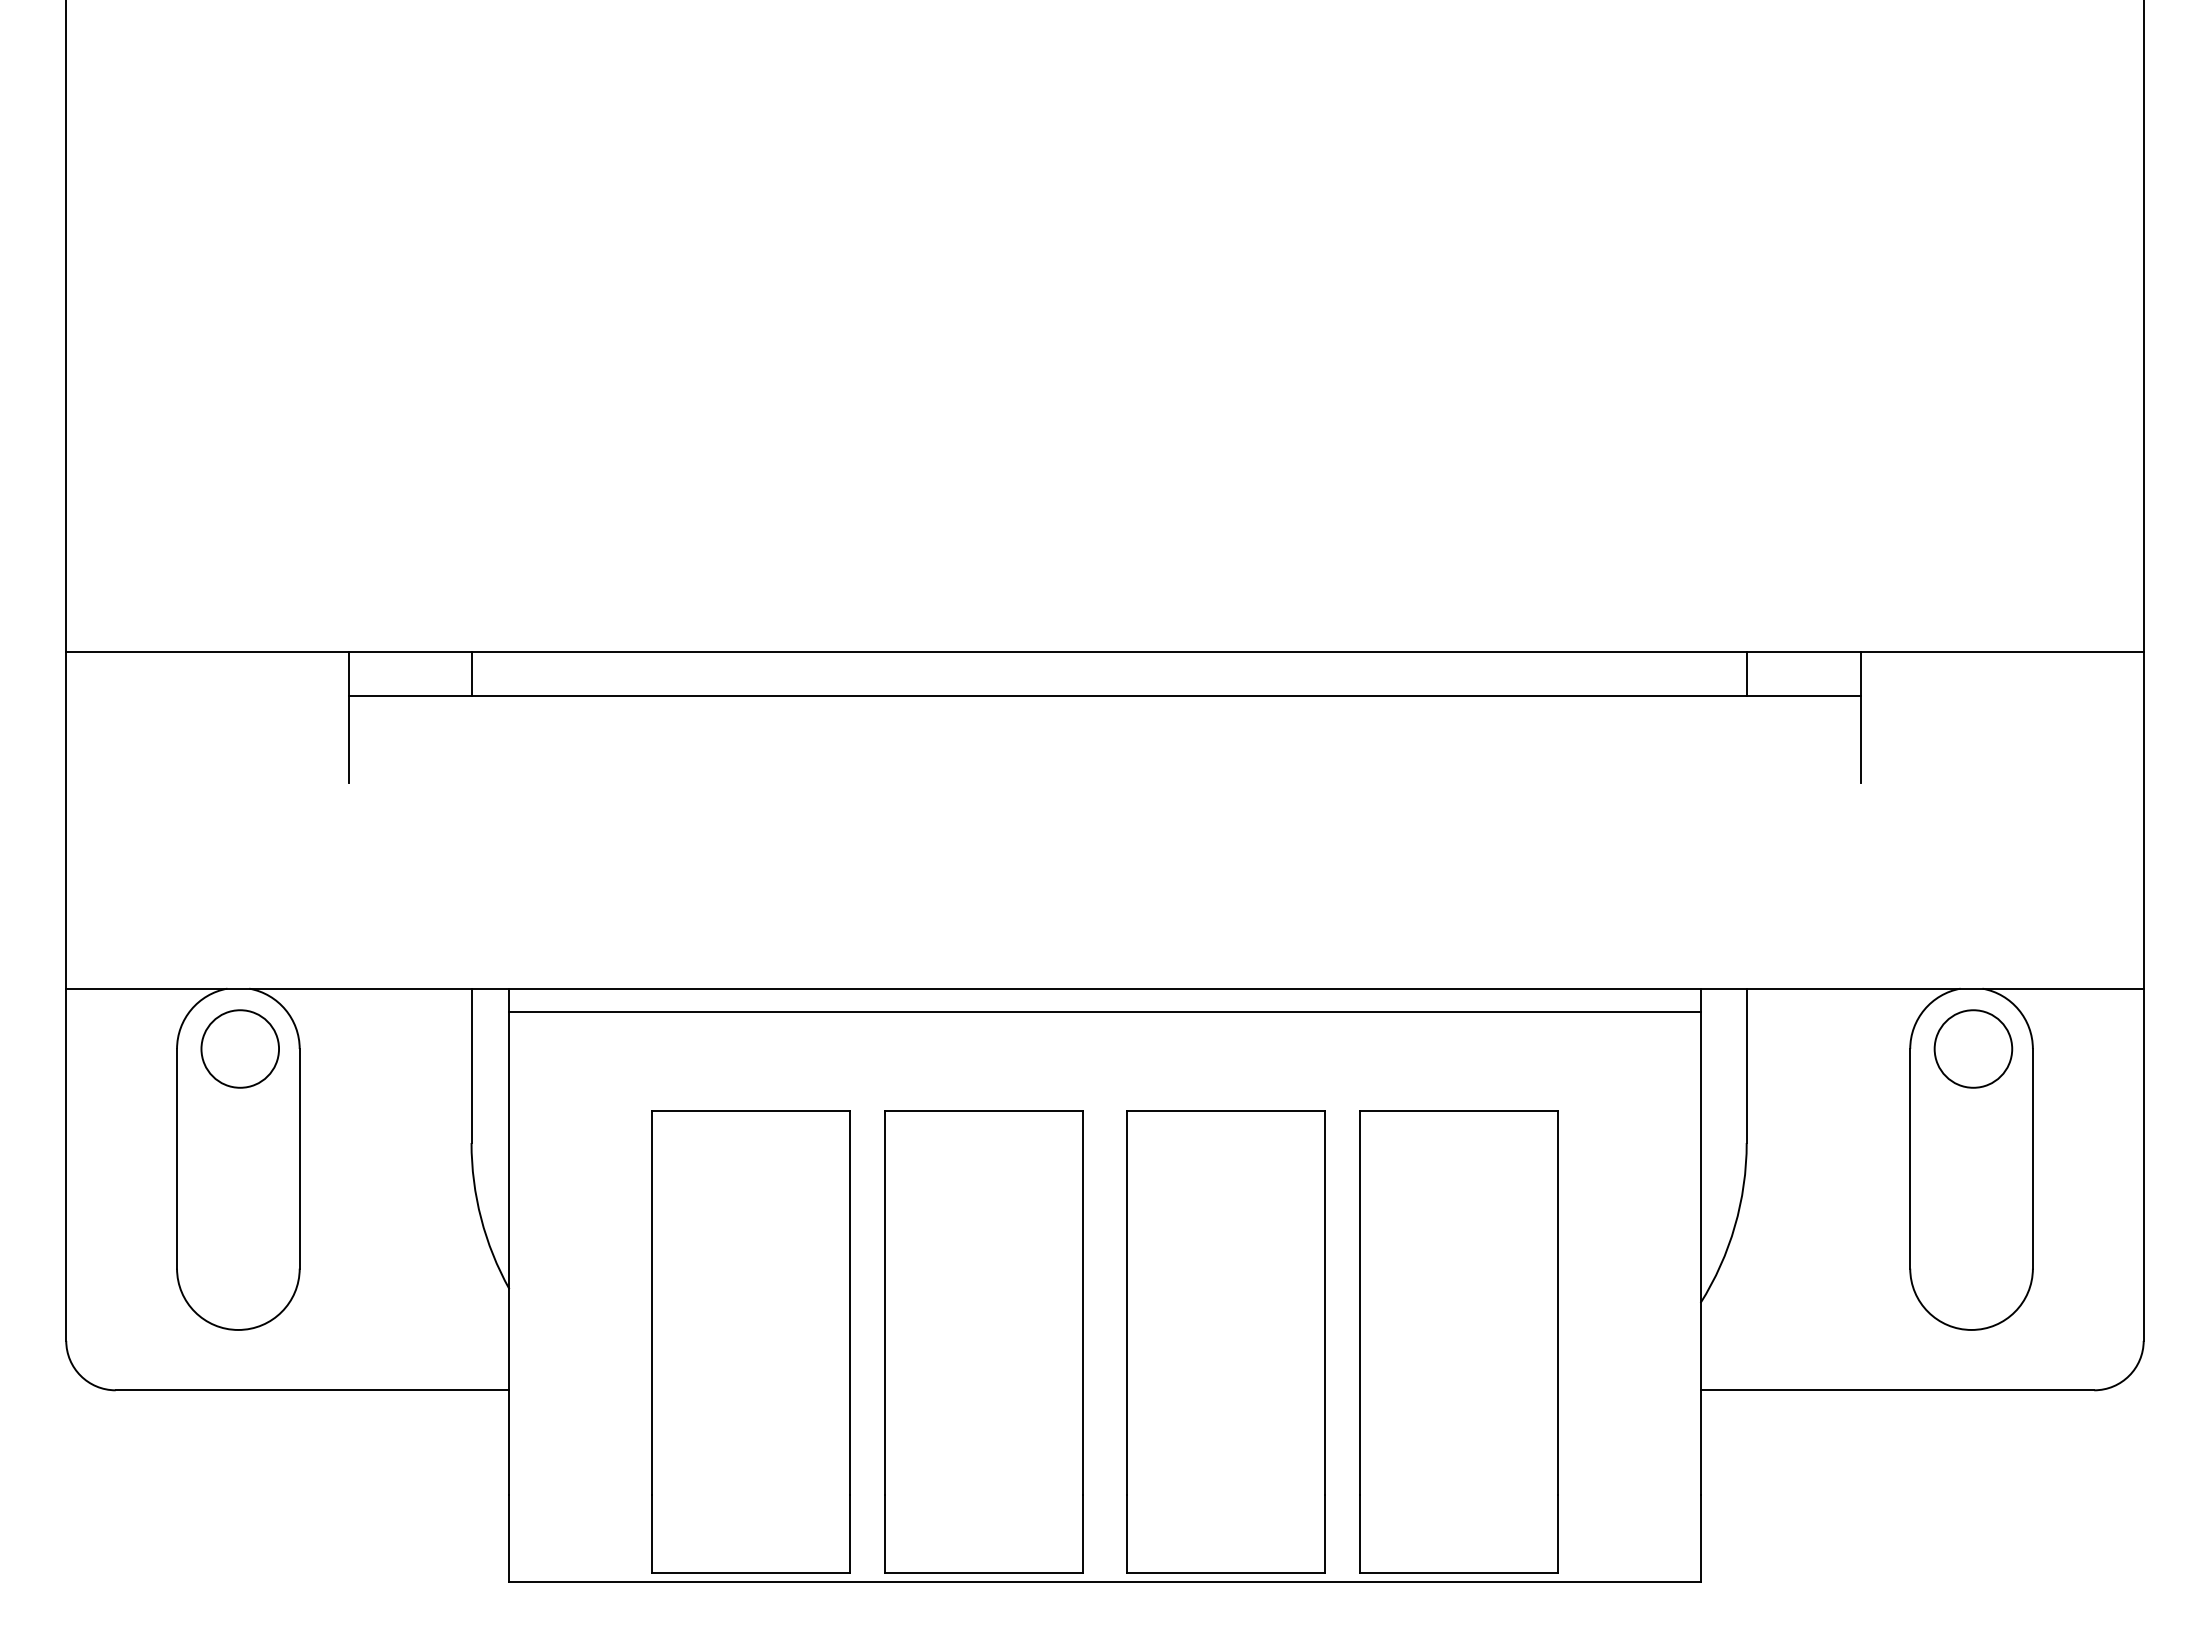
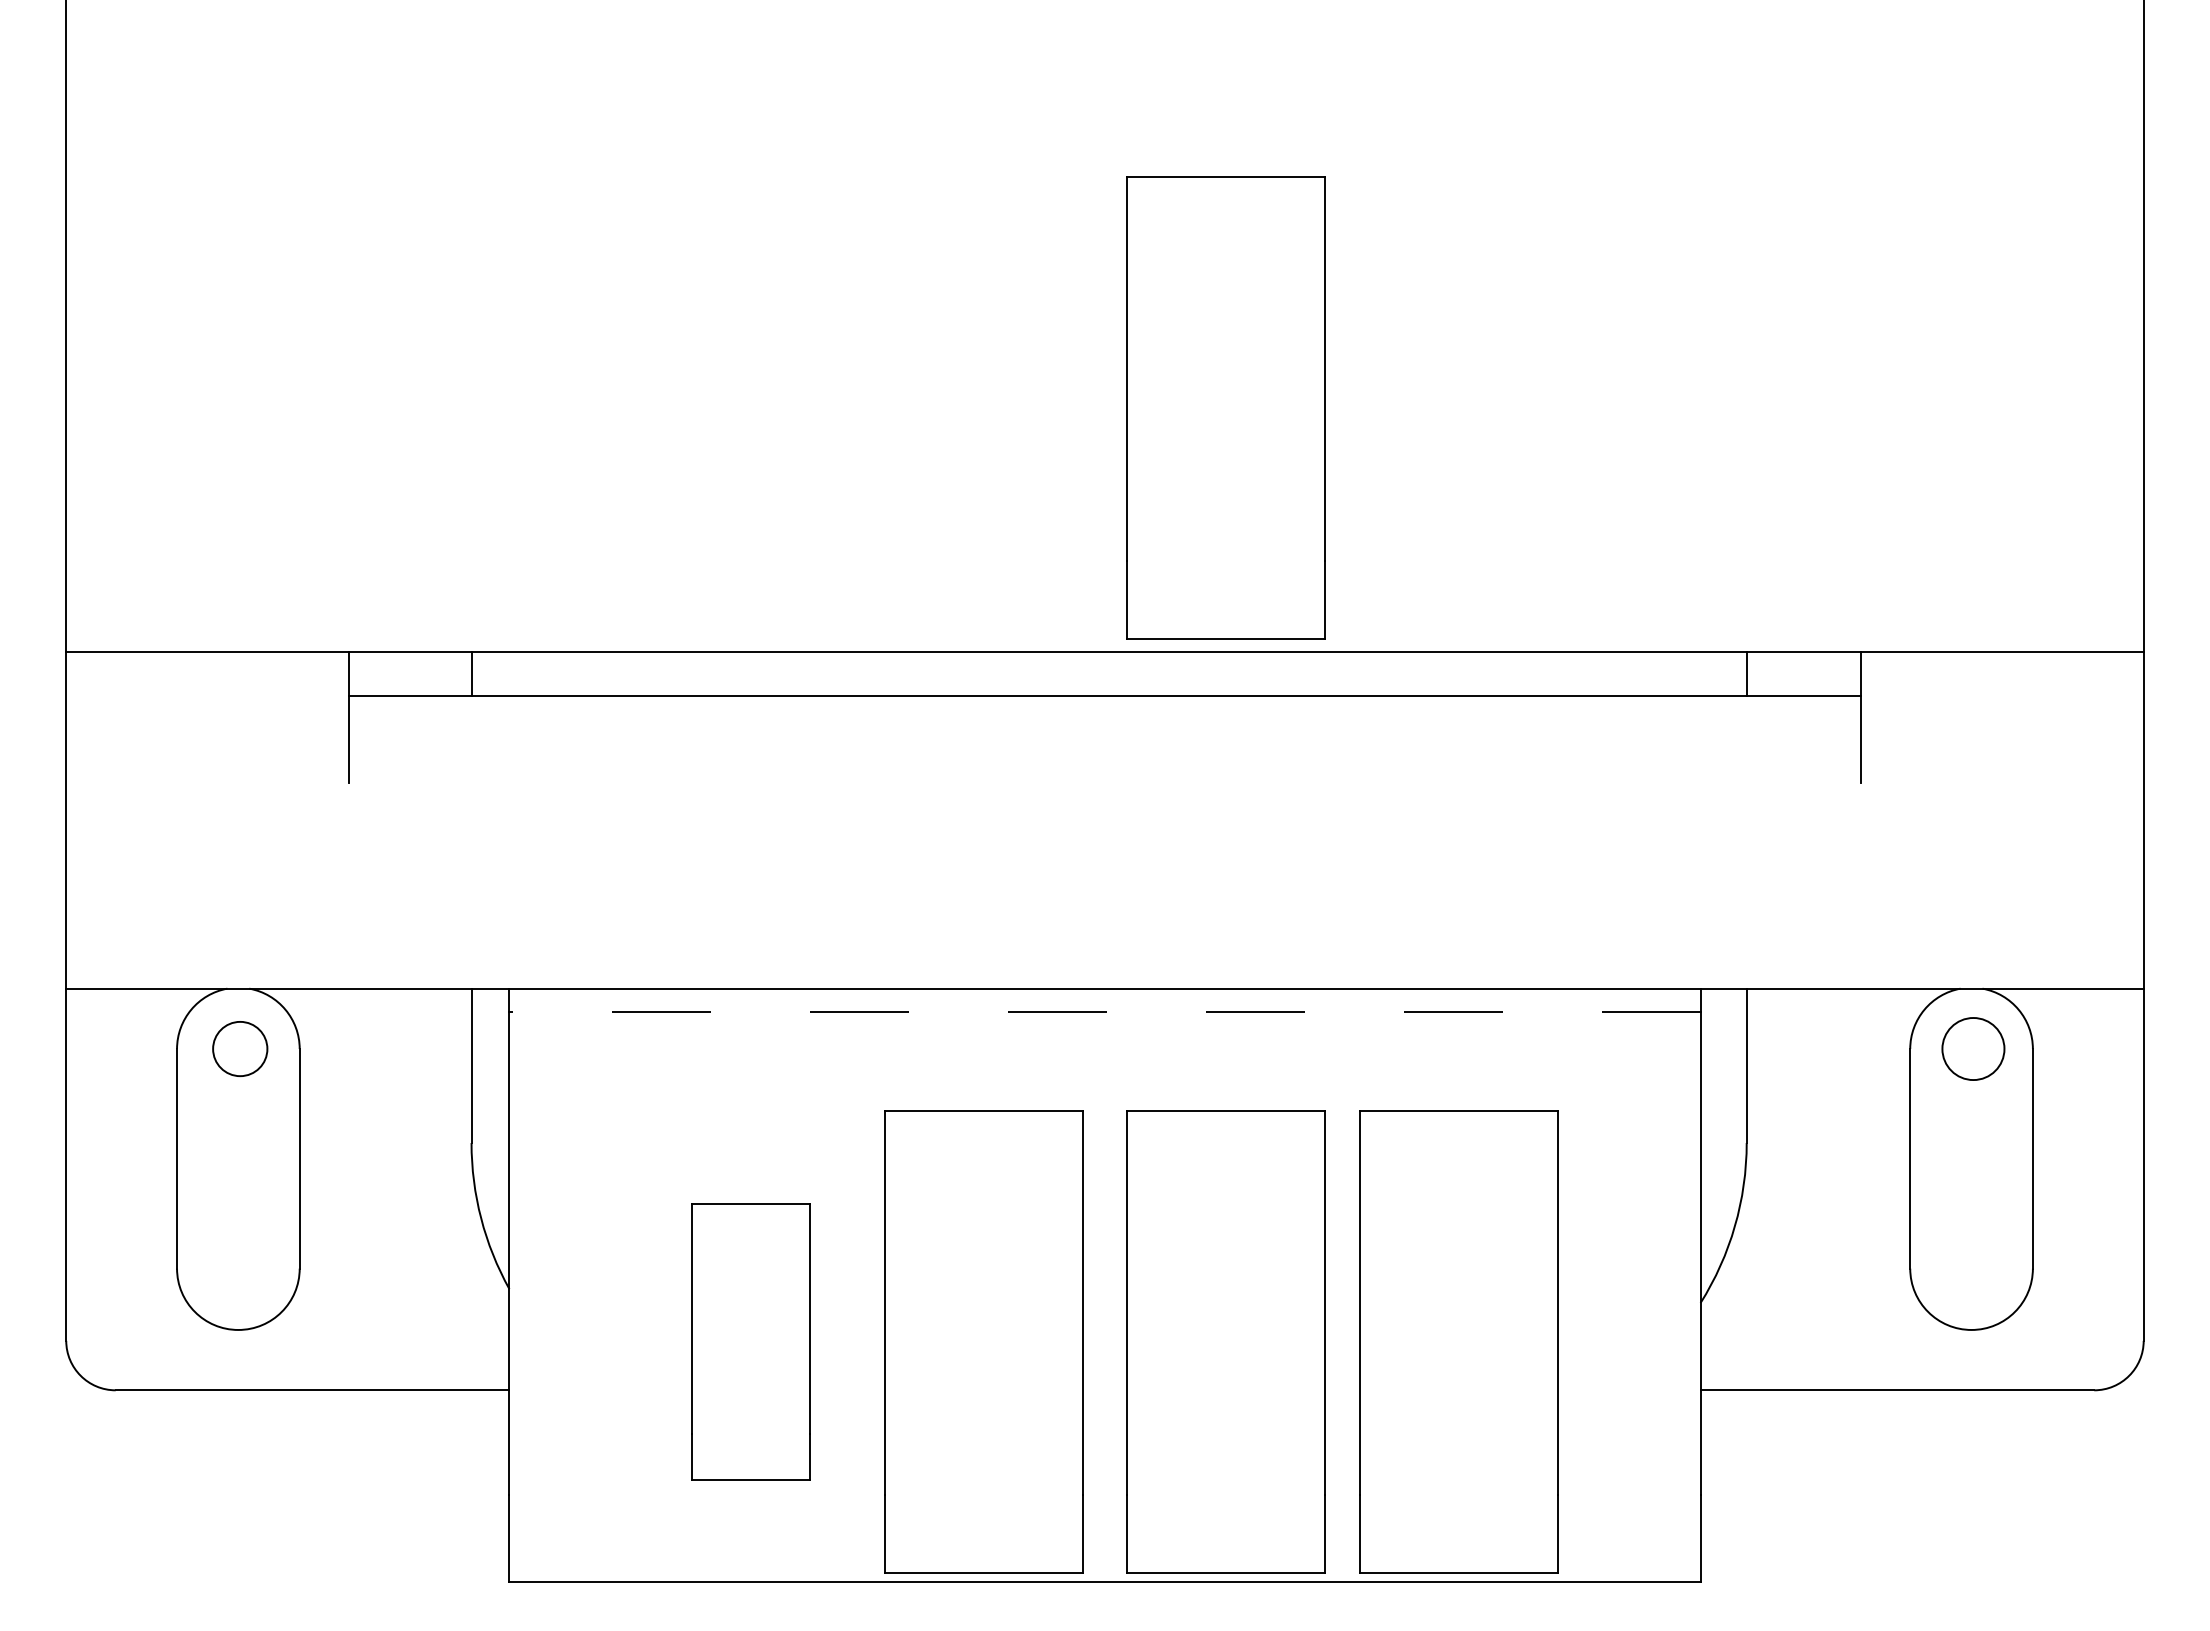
part at (1225, 407): none -> present
line at (1104, 1012): solid -> dashed
circle at (240, 1048) diameter: 78 px -> 54 px
circle at (1973, 1048) diameter: 78 px -> 62 px
part at (750, 1341) size: 200x464 px -> 120x278 px
